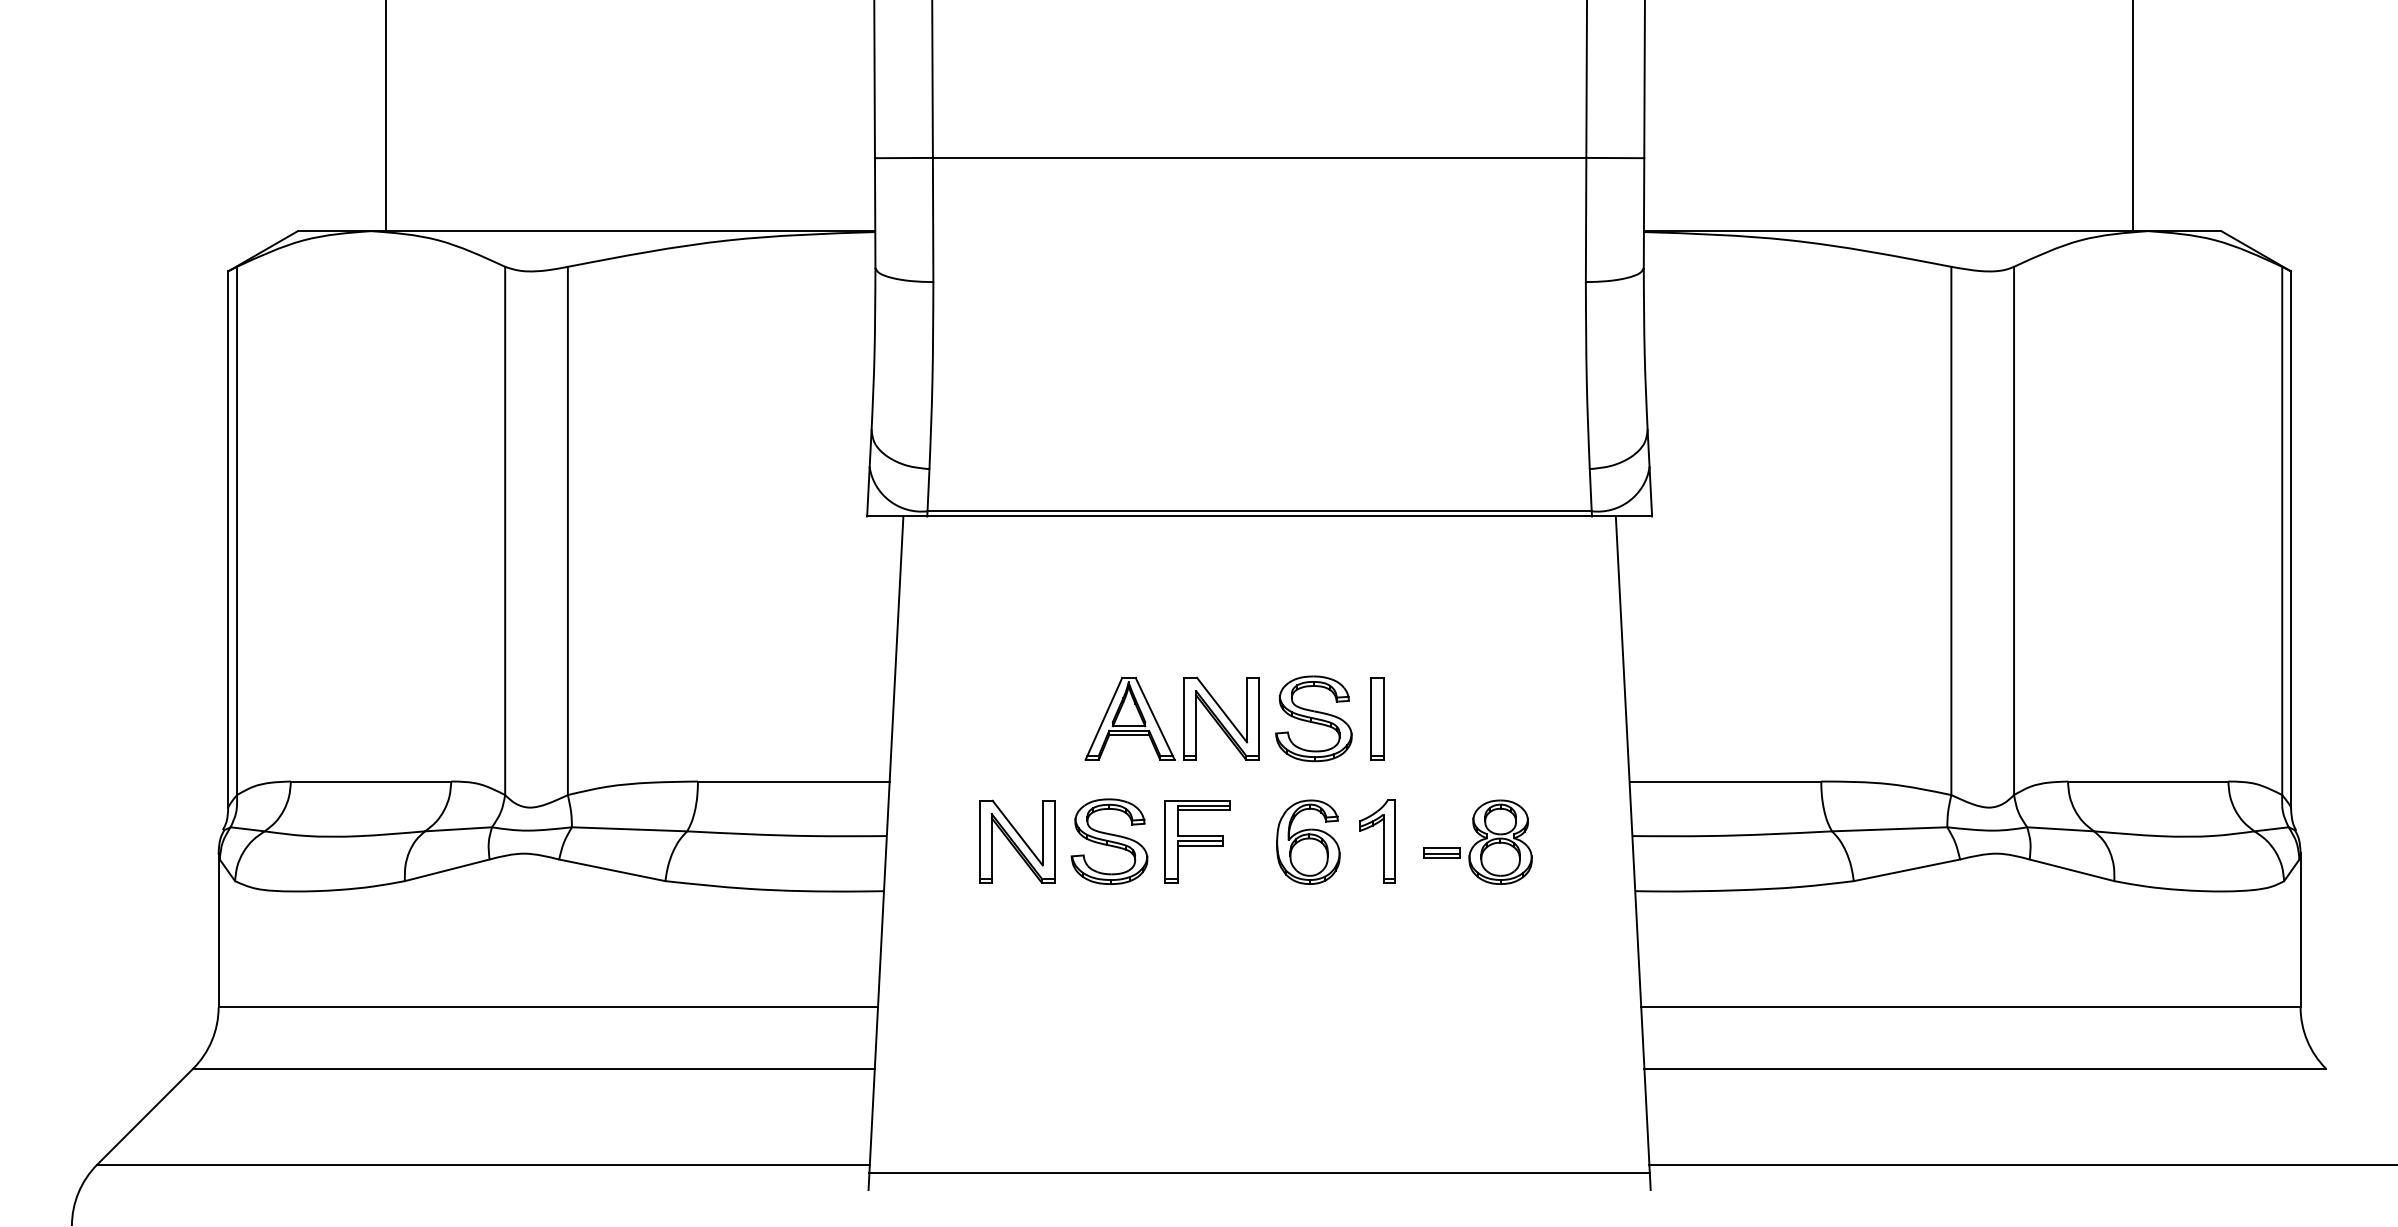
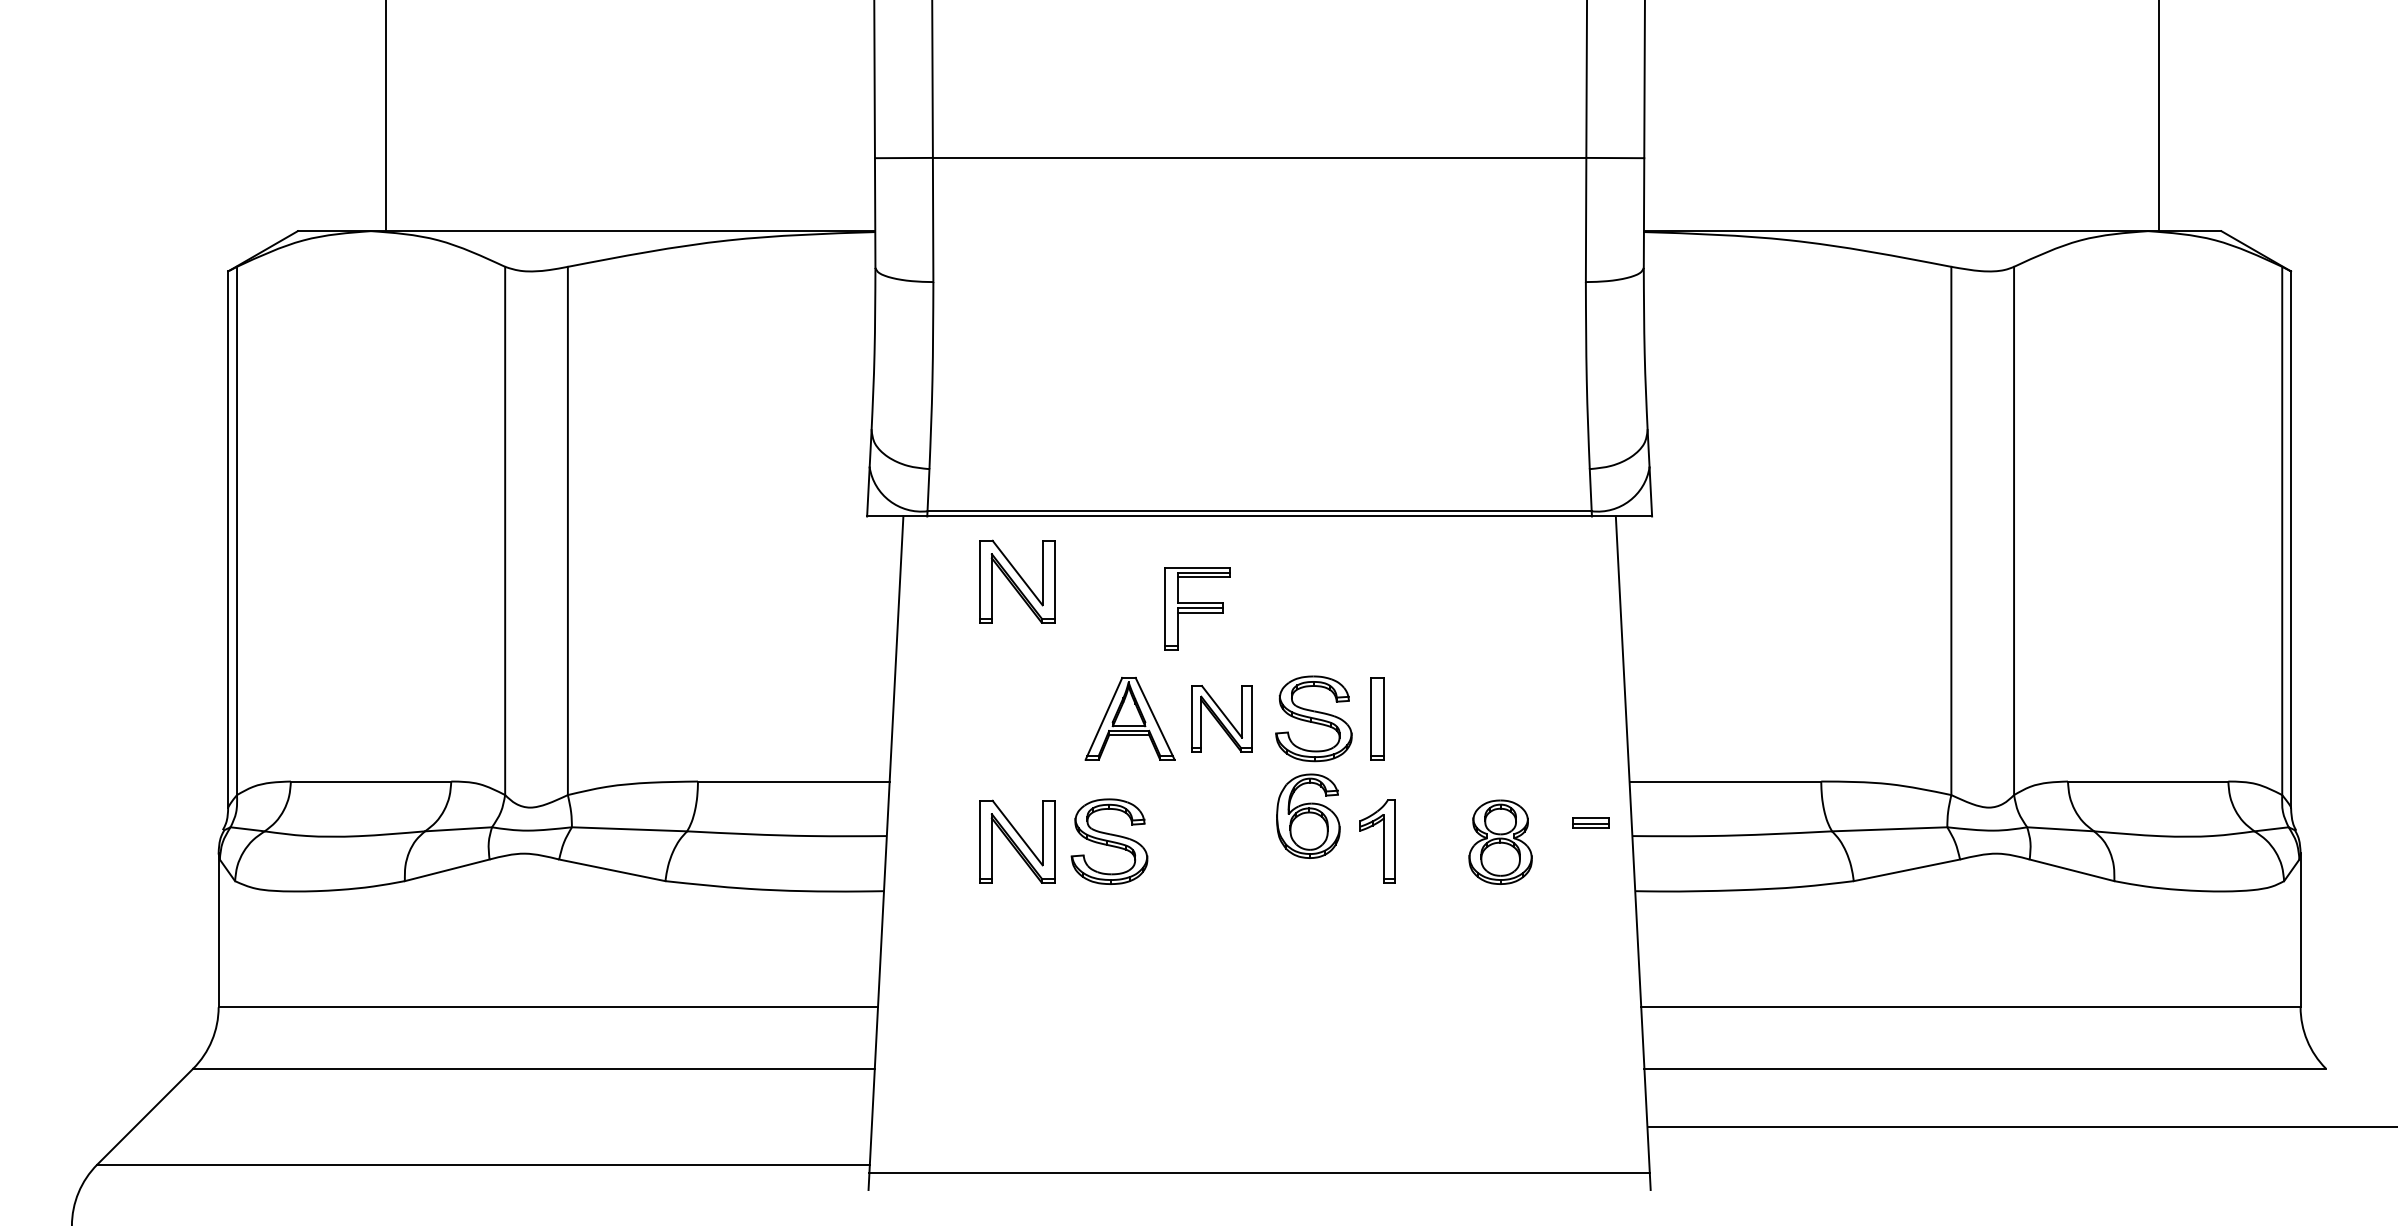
line at (2133, 116) position: (2133, 116) -> (2159, 116)
part at (1017, 581): none -> present
part at (1221, 718) size: 77x85 px -> 62x68 px
part at (1197, 841) position: (1197, 841) -> (1197, 608)
part at (1308, 841) position: (1308, 841) -> (1308, 815)
part at (1441, 852) position: (1441, 852) -> (1590, 822)
line at (2021, 1164) position: (2021, 1164) -> (2021, 1126)
